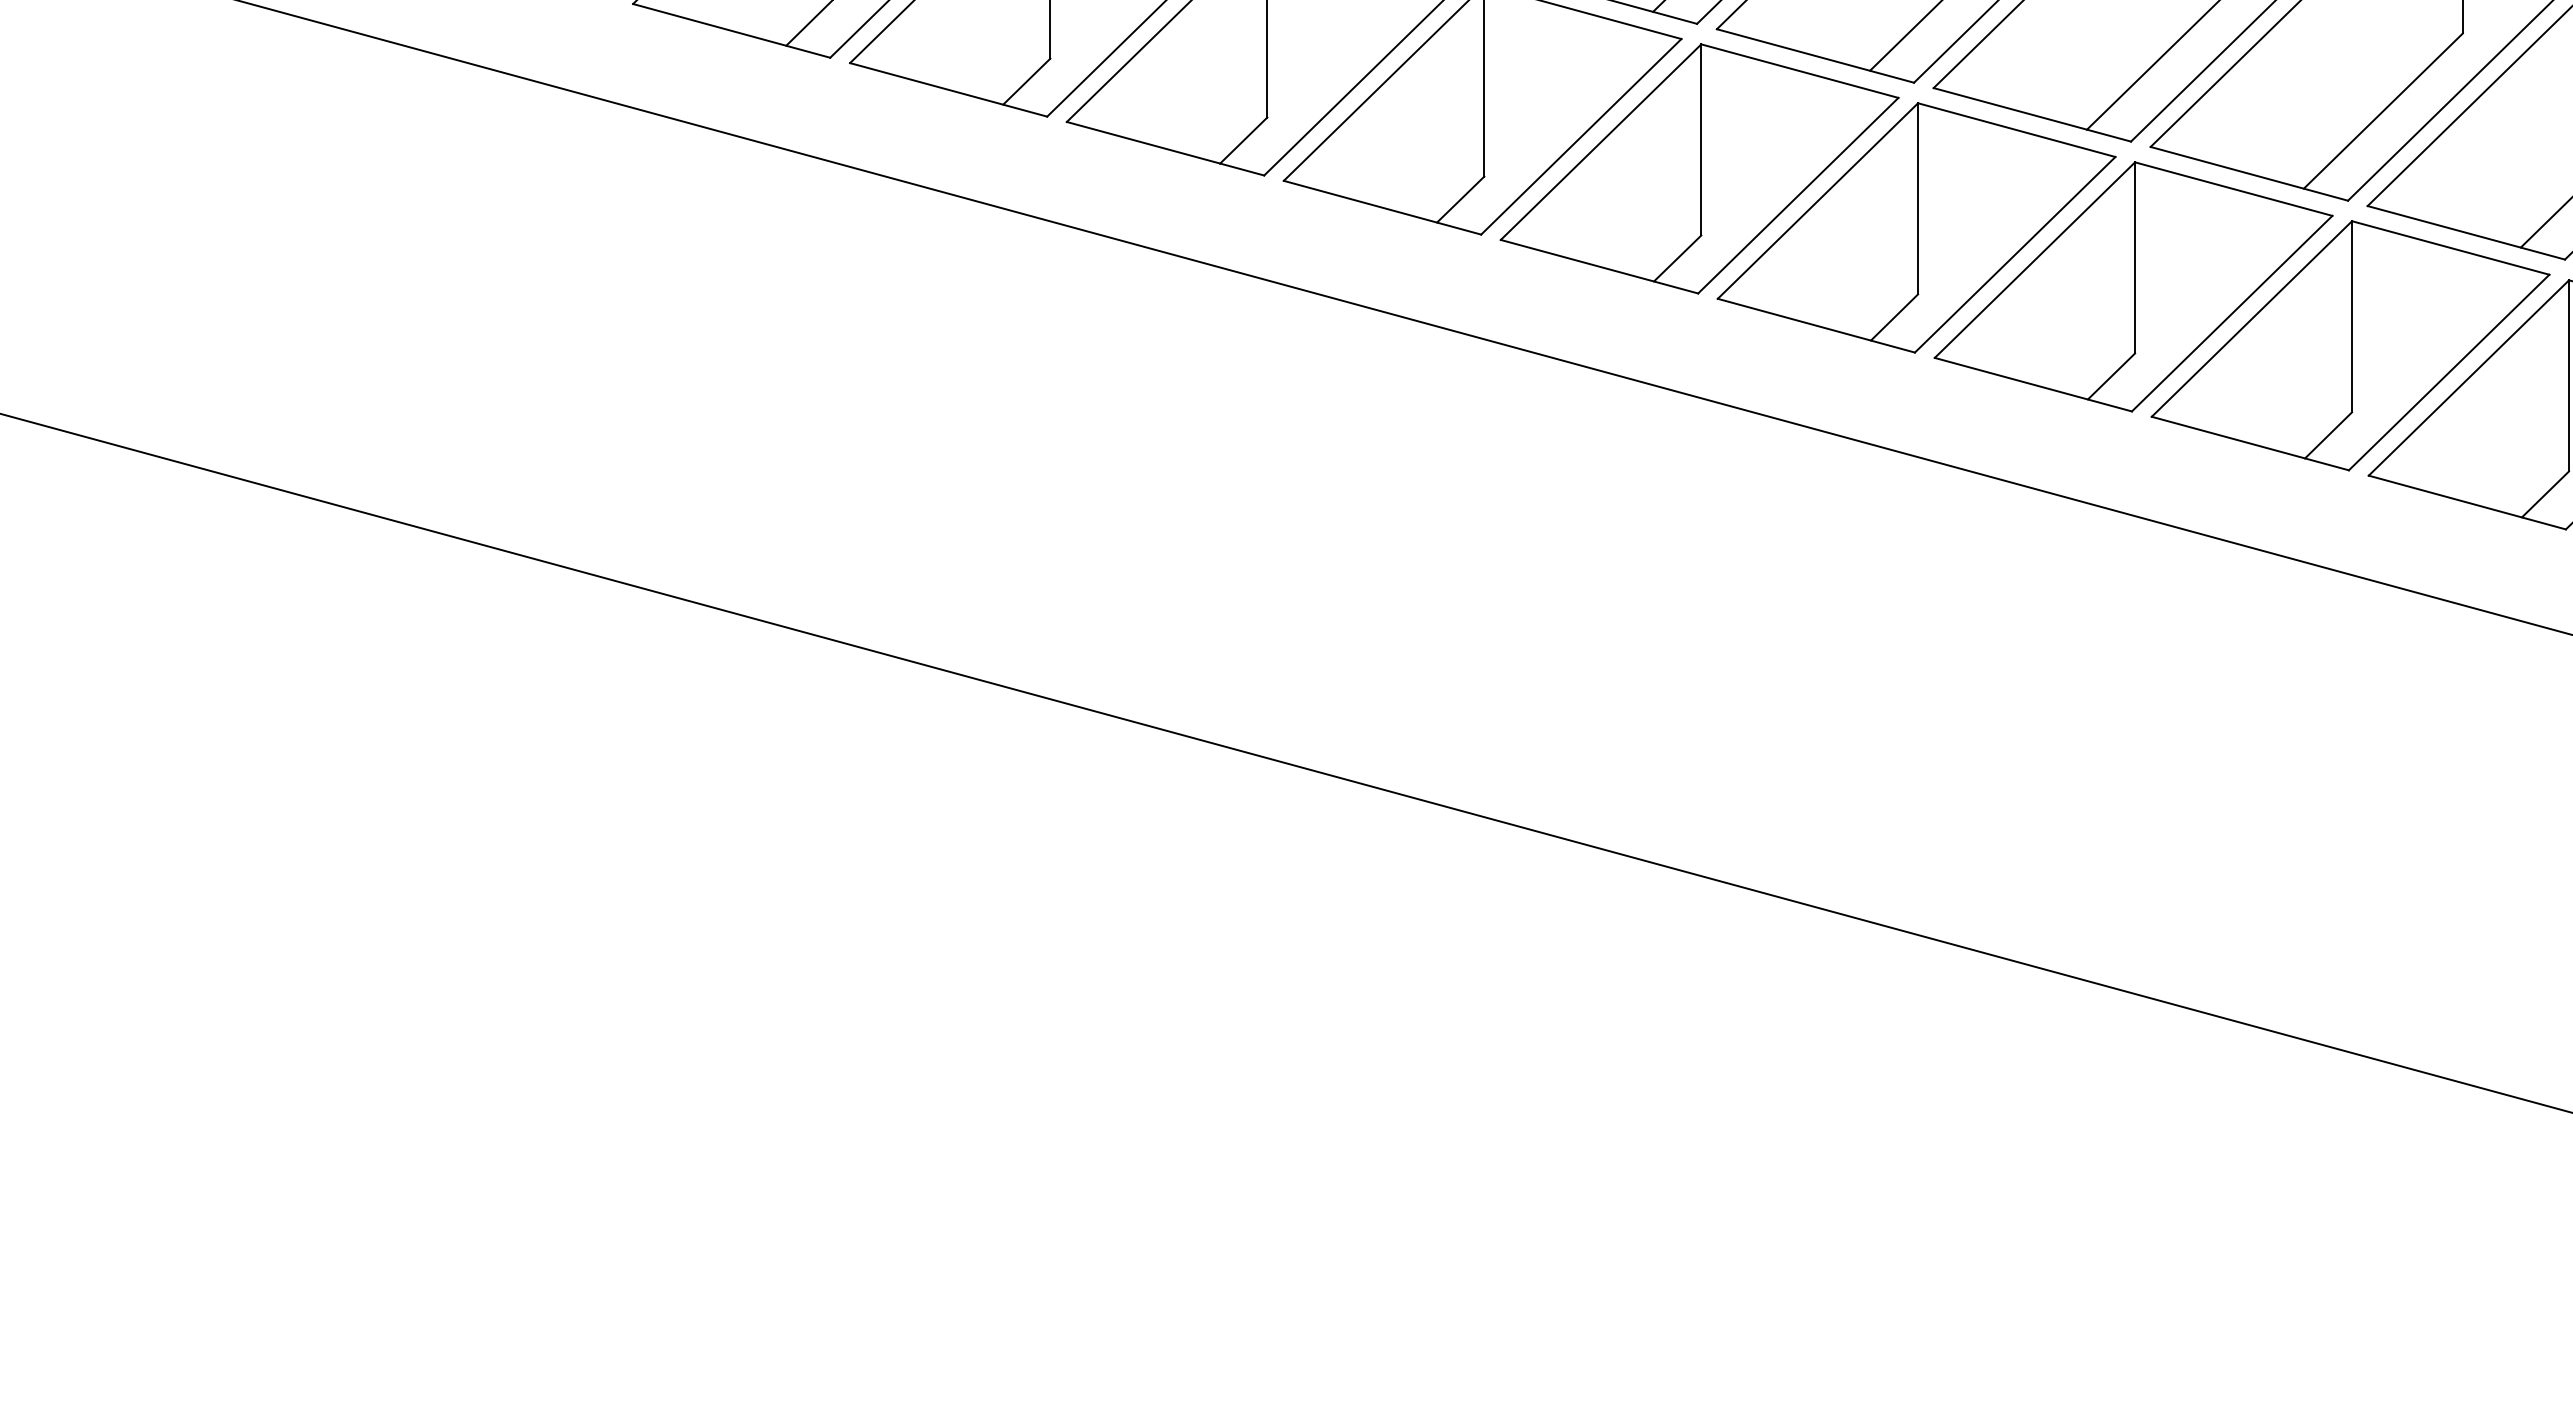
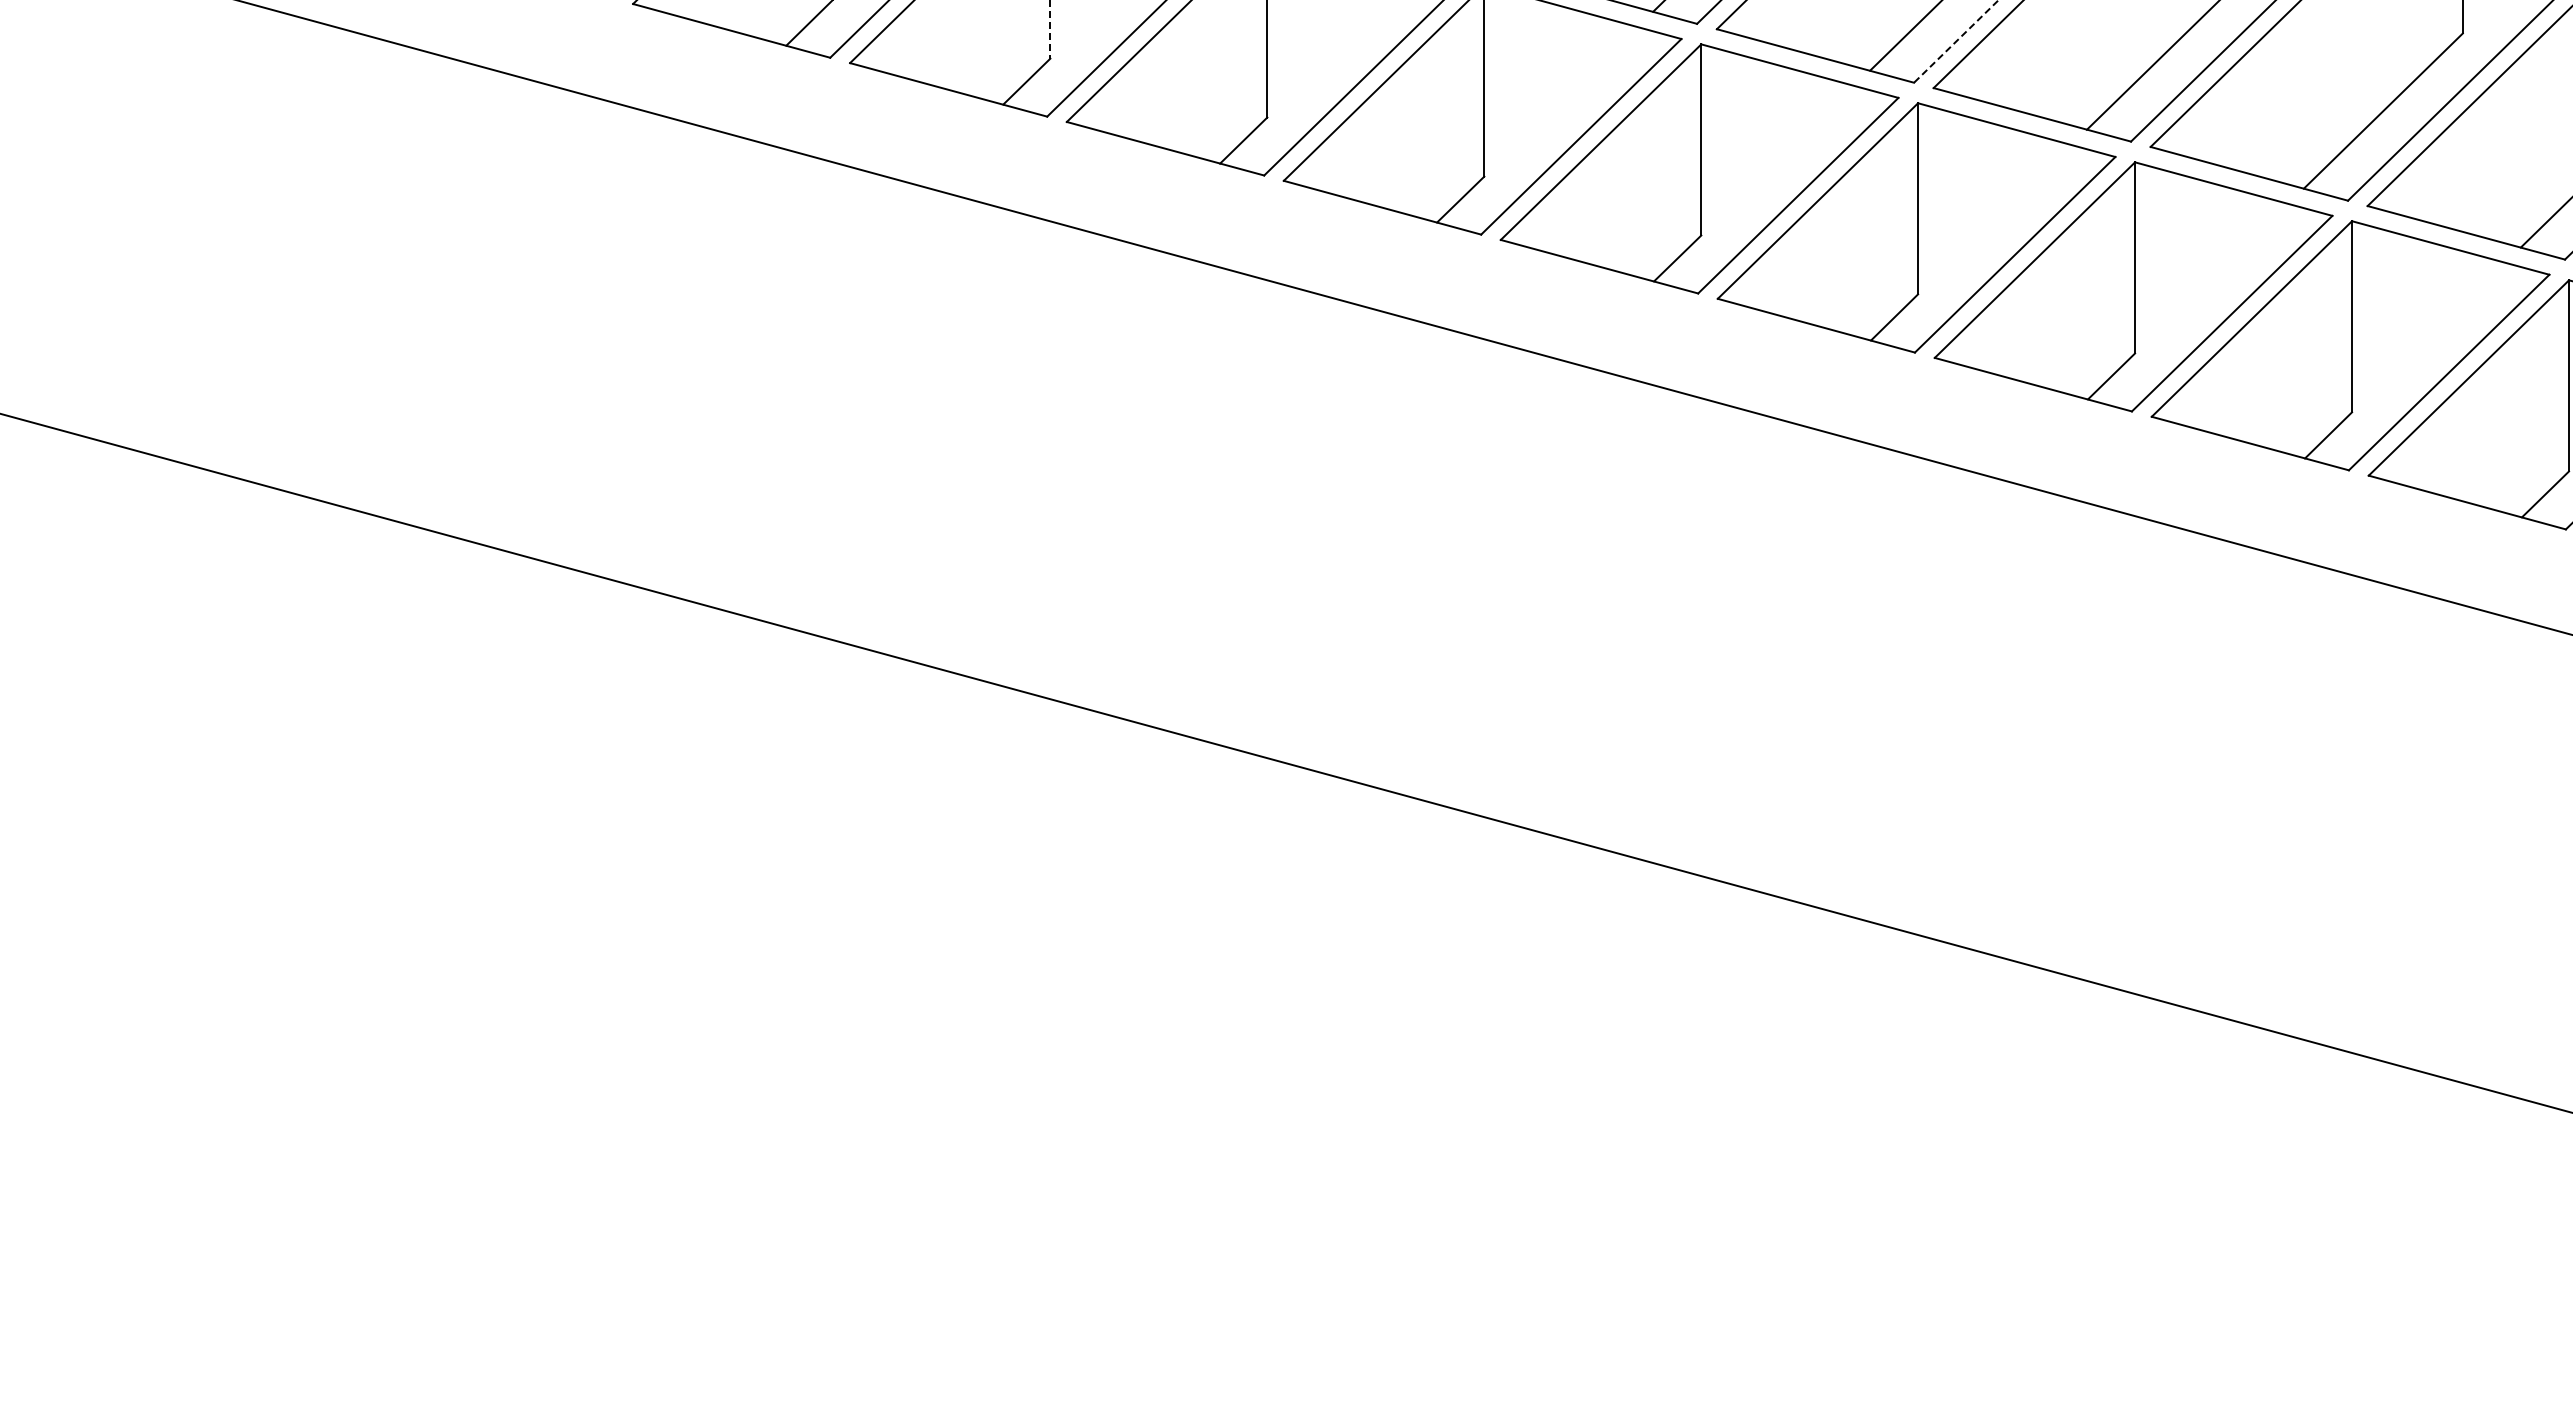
line at (1050, 29): solid -> dashed
line at (1956, 41): solid -> dashed
